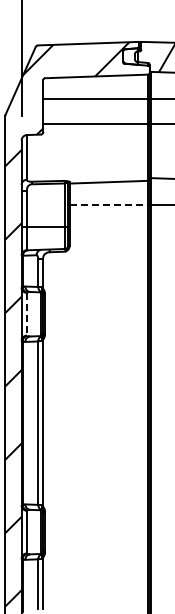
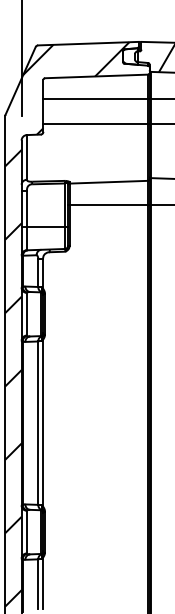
line at (109, 205): dashed -> solid
line at (26, 314): dashed -> solid
